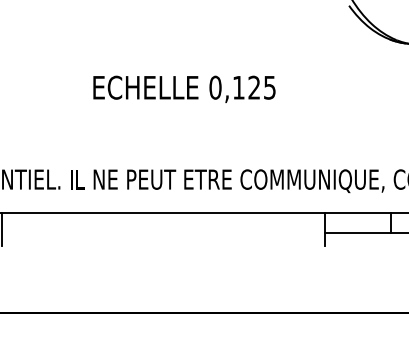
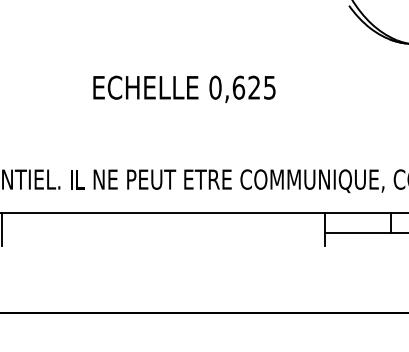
text at (238, 87): 0,125 -> 0,625
